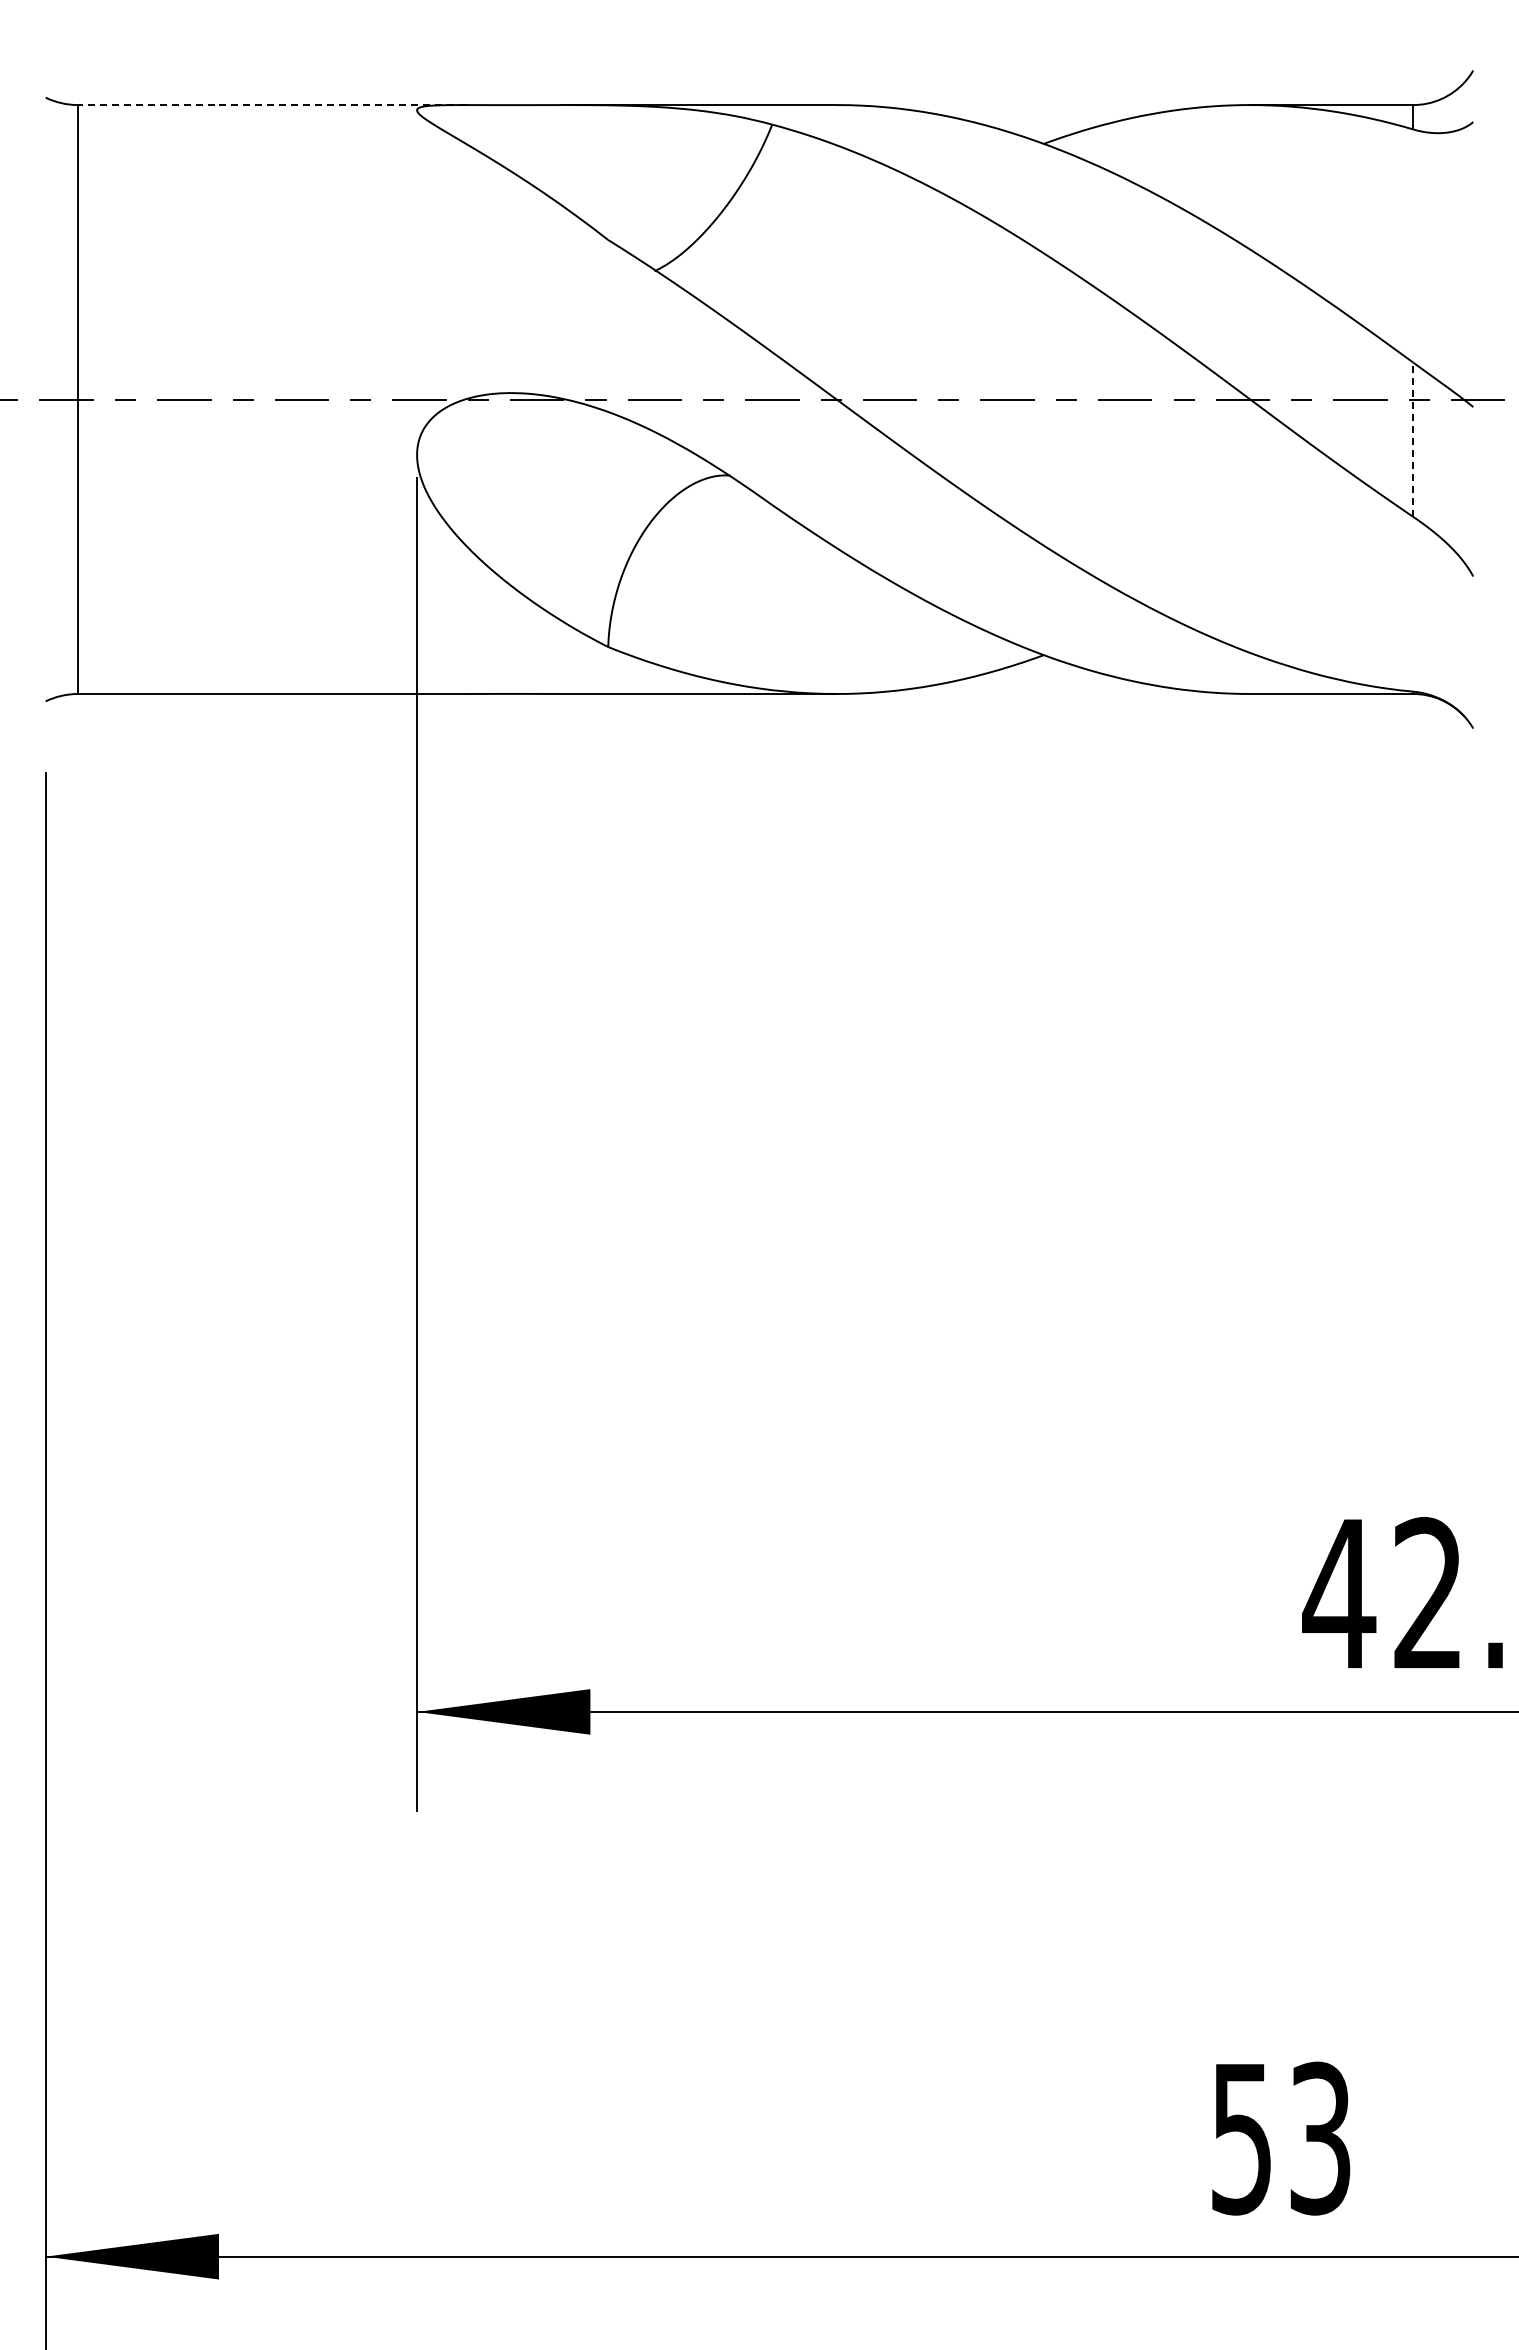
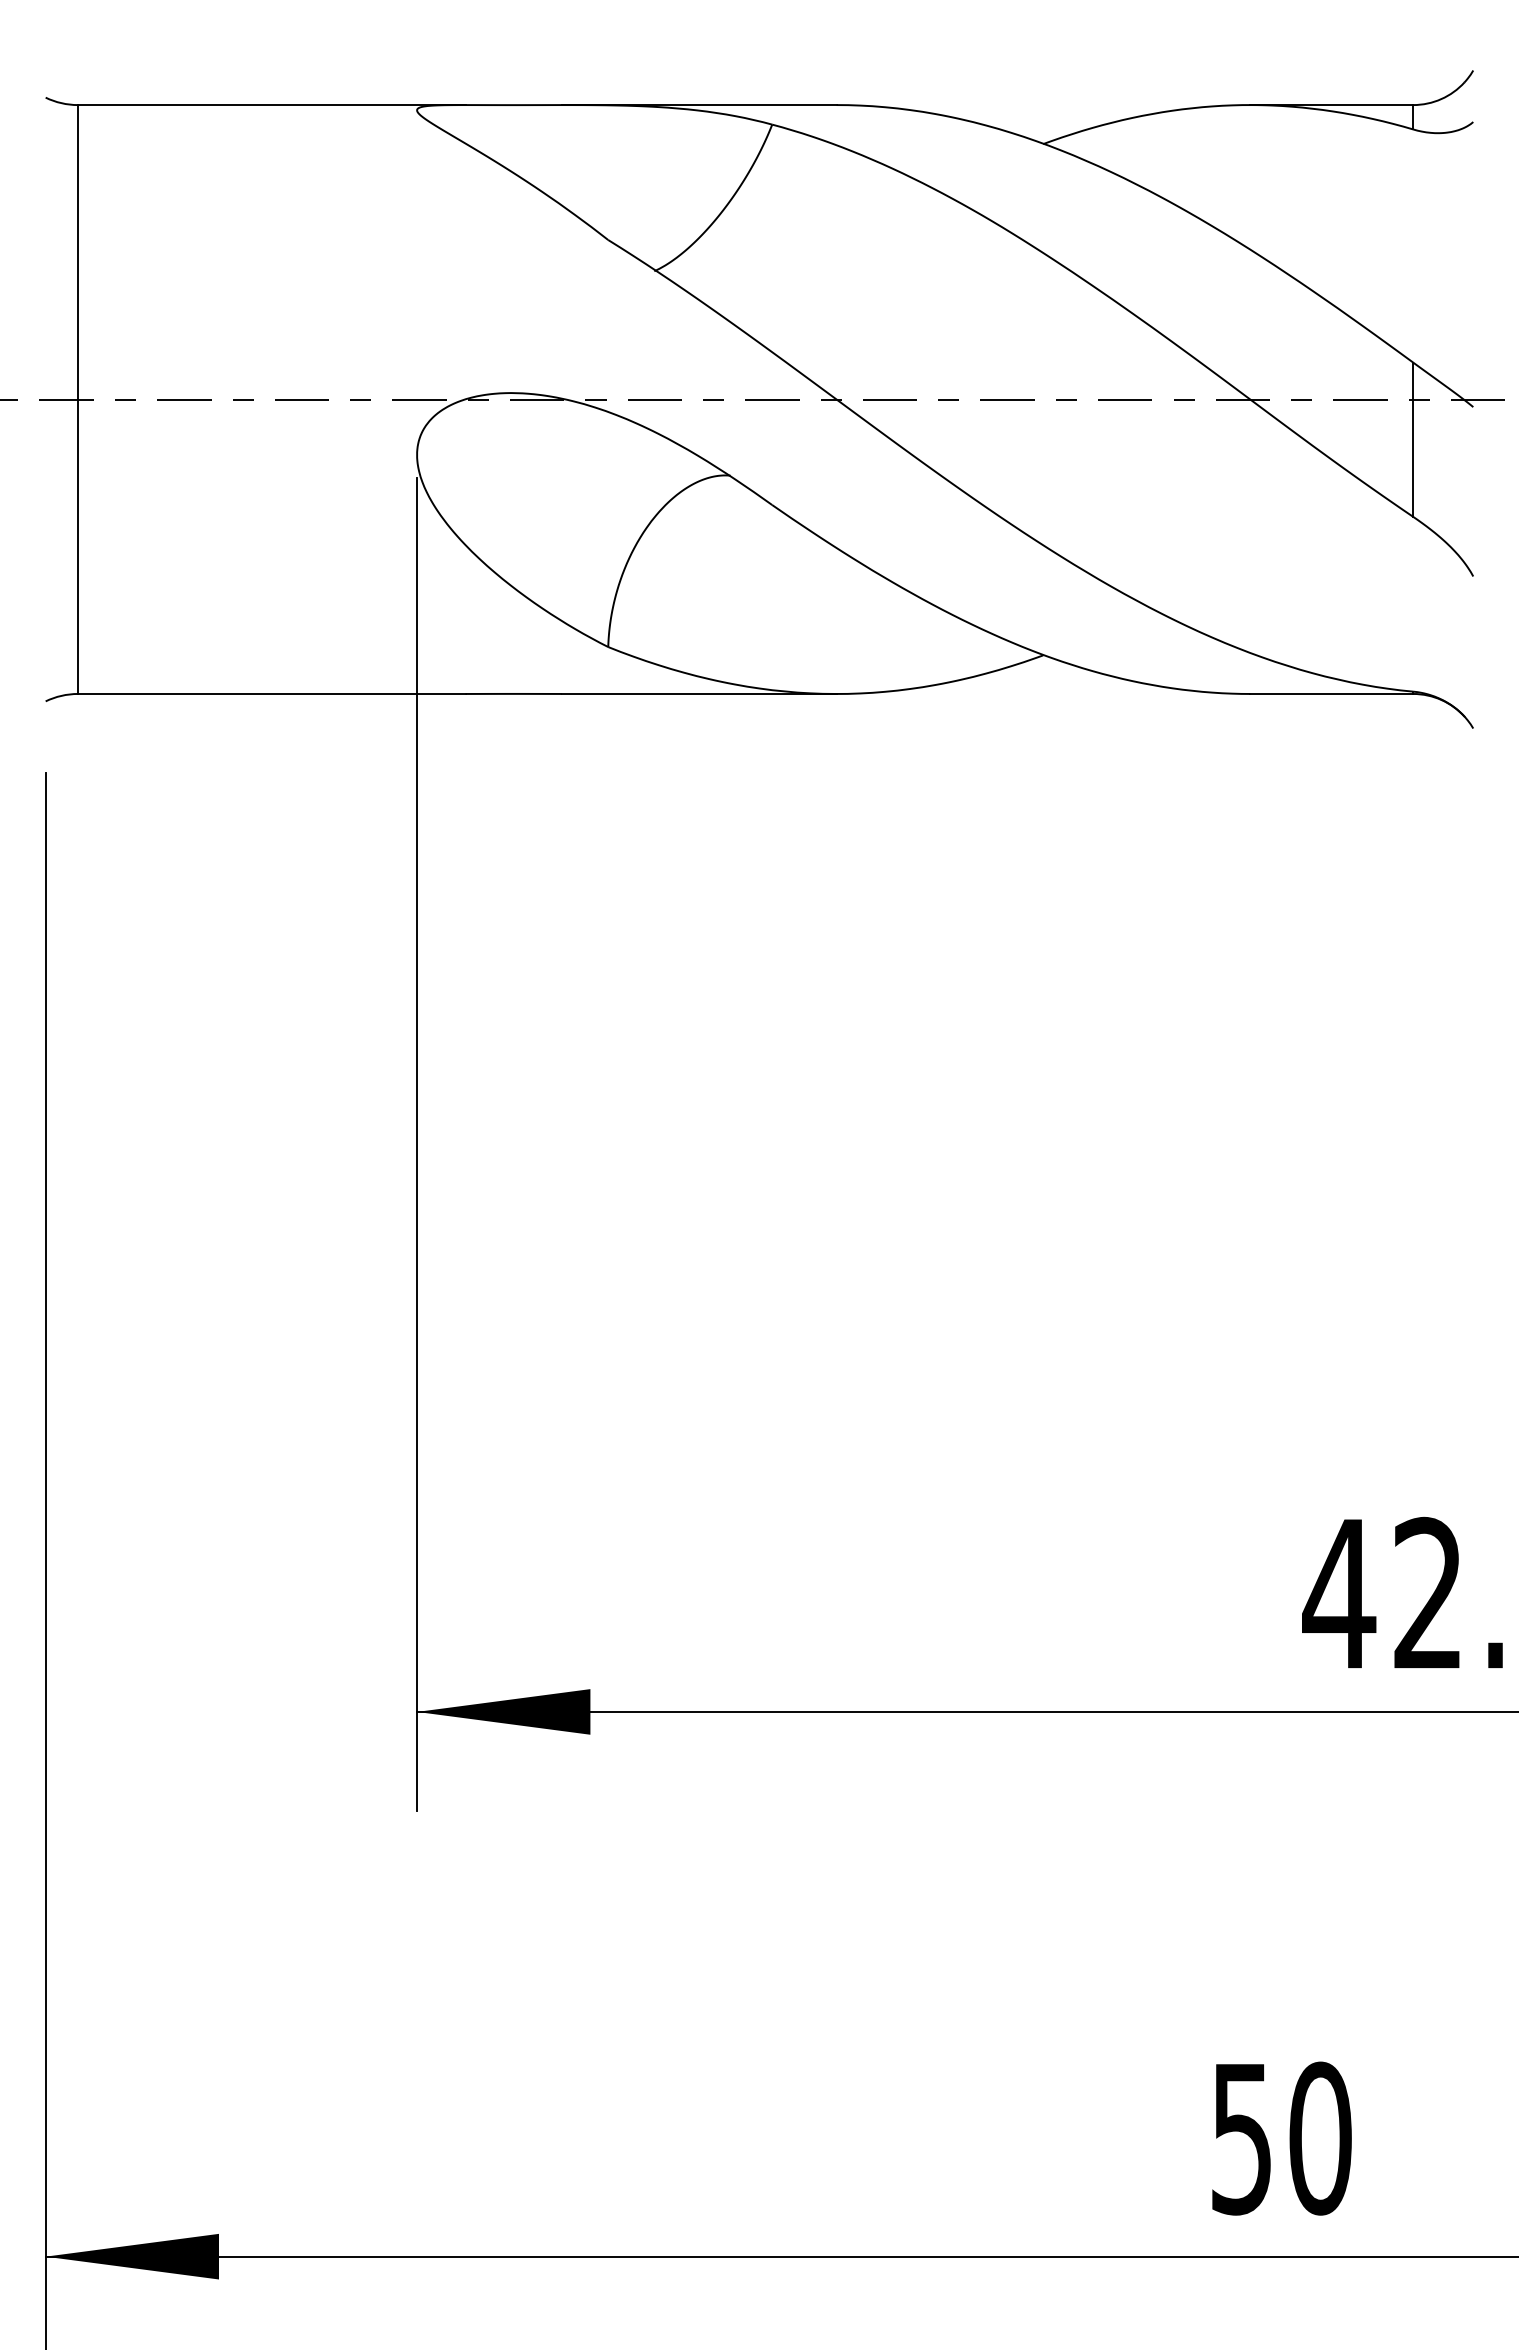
line at (271, 105): dashed -> solid
line at (1413, 439): dashed -> solid
text at (1320, 2138): 53 -> 50
